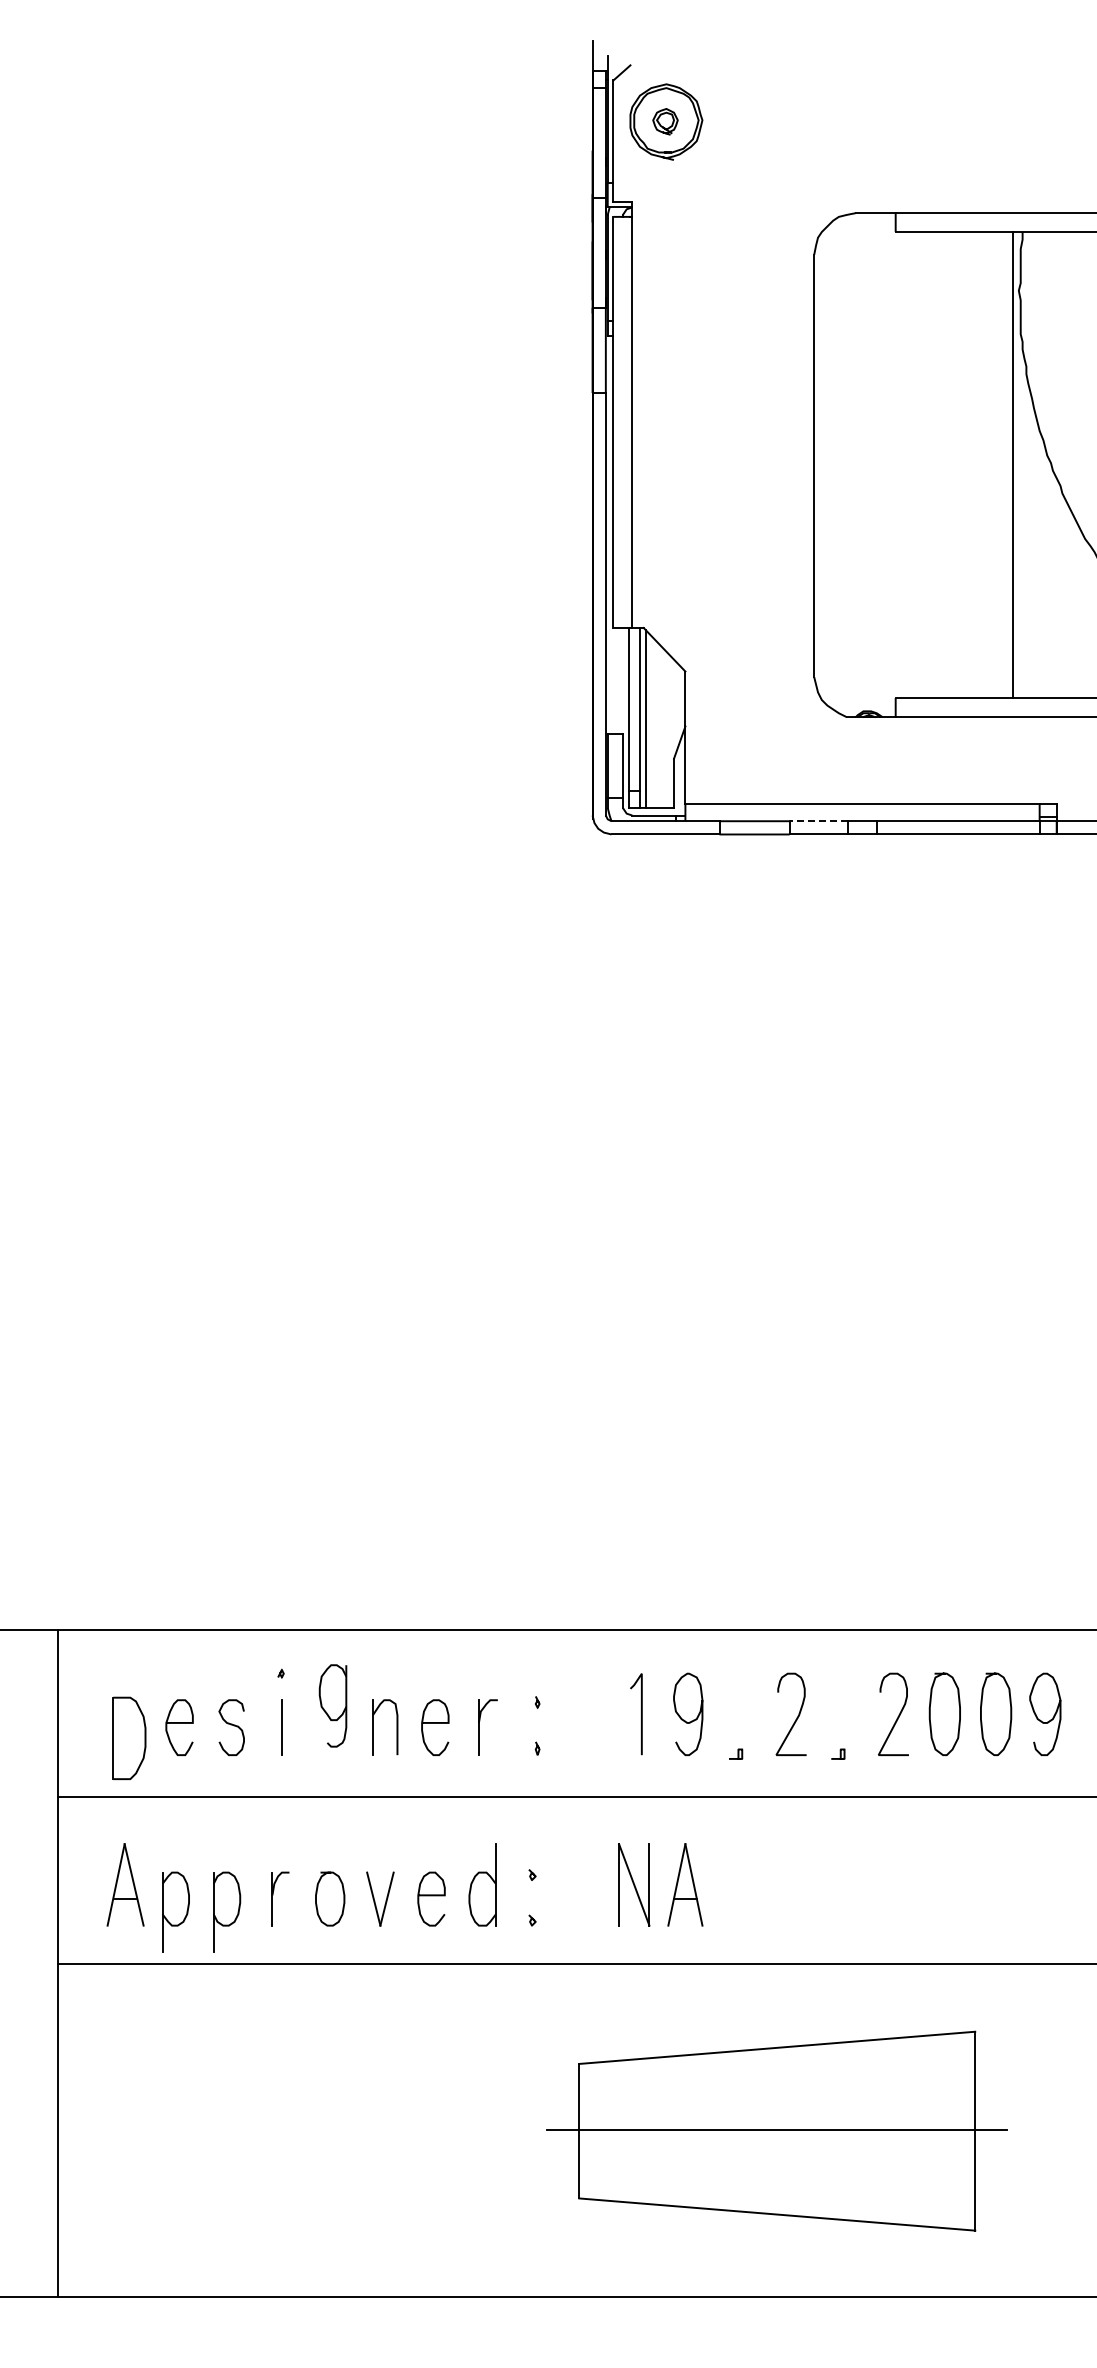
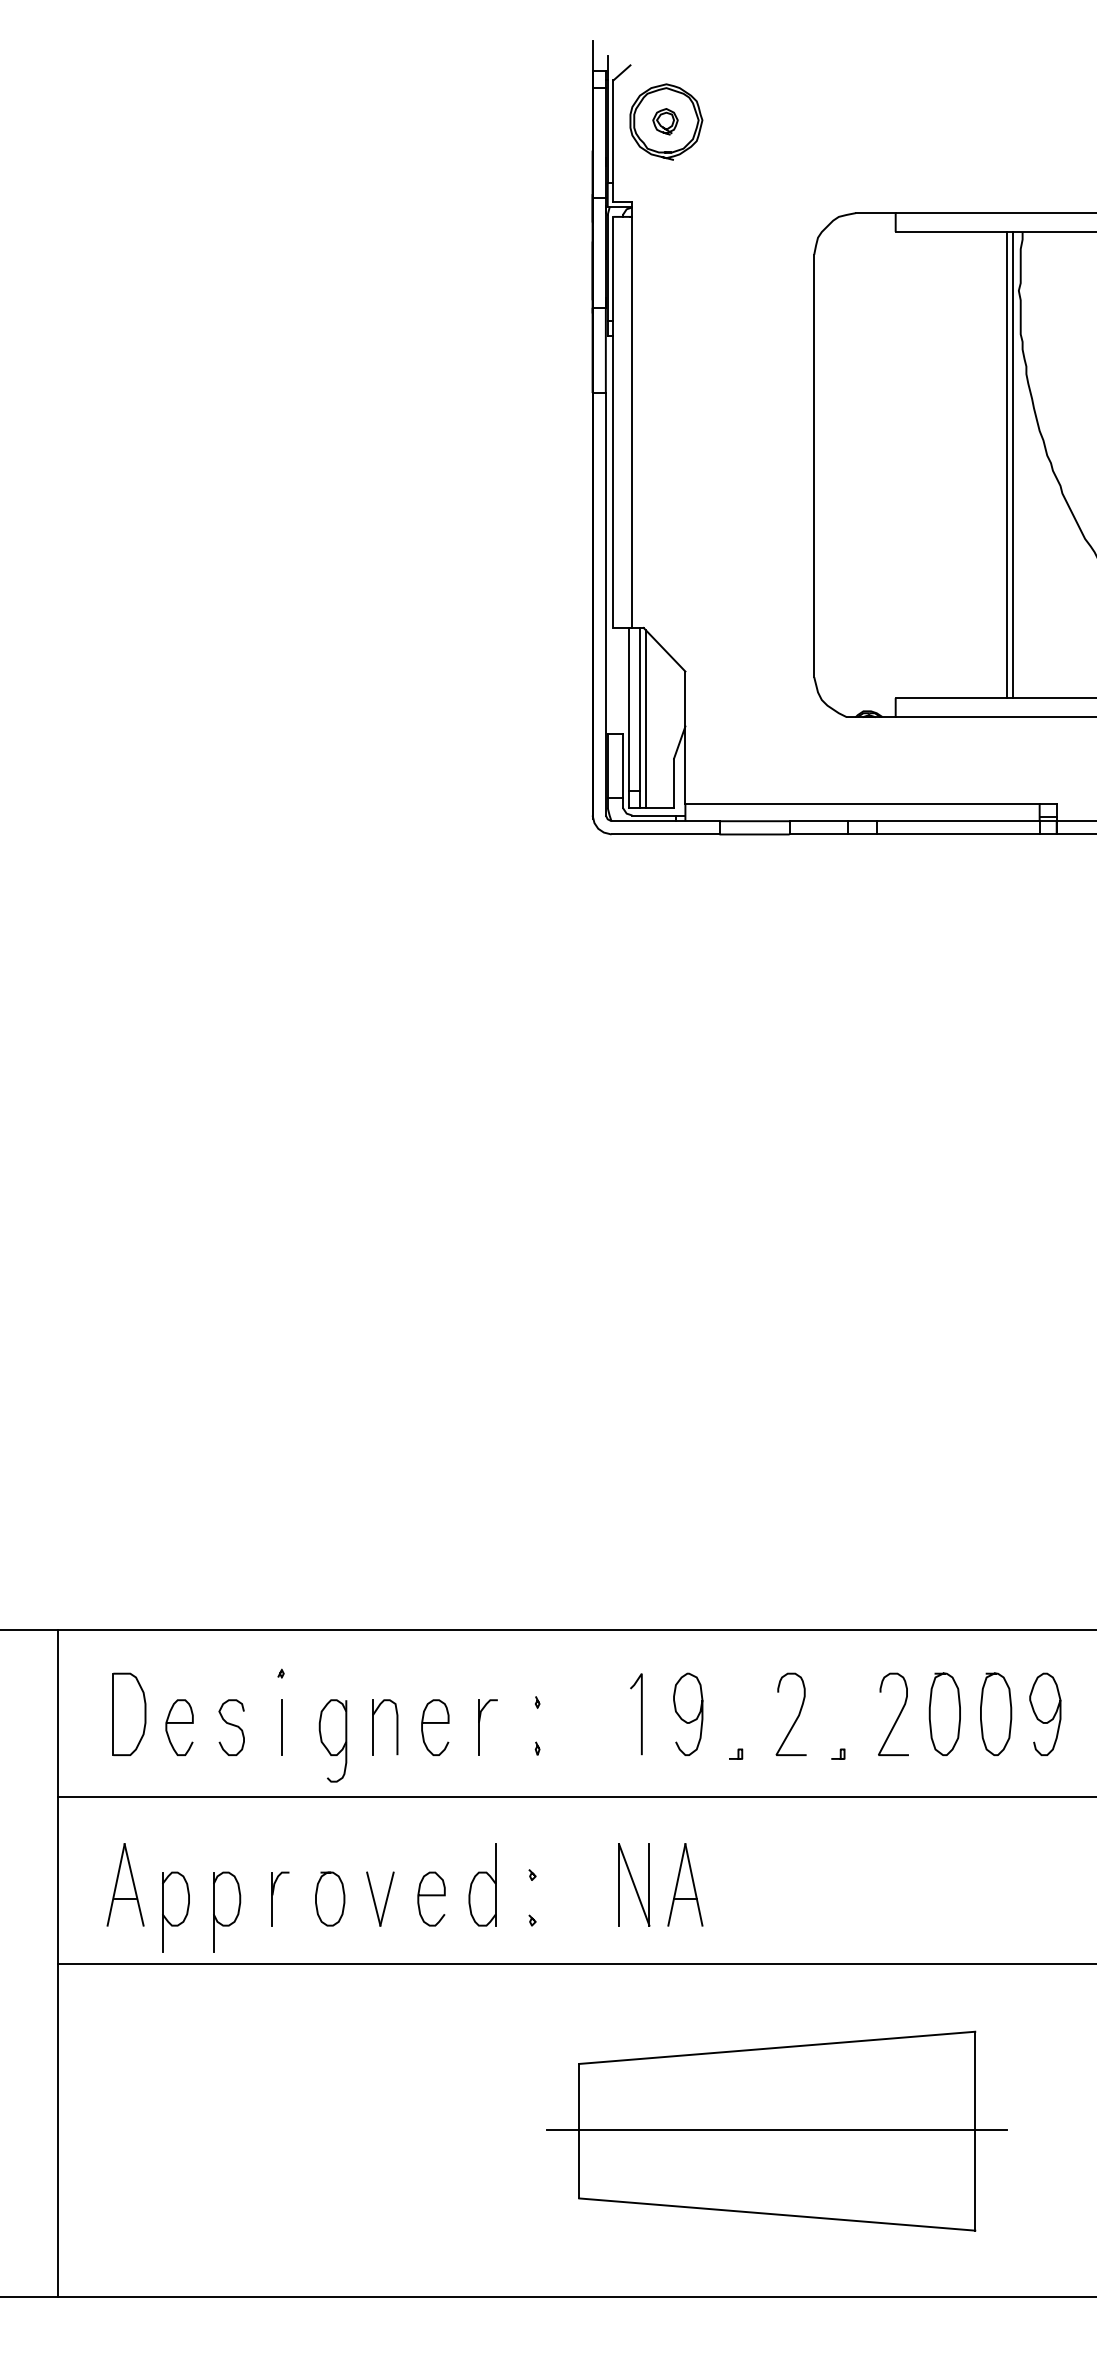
line at (1007, 465): none -> present
line at (818, 821): dashed -> solid
part at (332, 1705) position: (332, 1705) -> (332, 1740)
part at (129, 1737) position: (129, 1737) -> (129, 1713)
